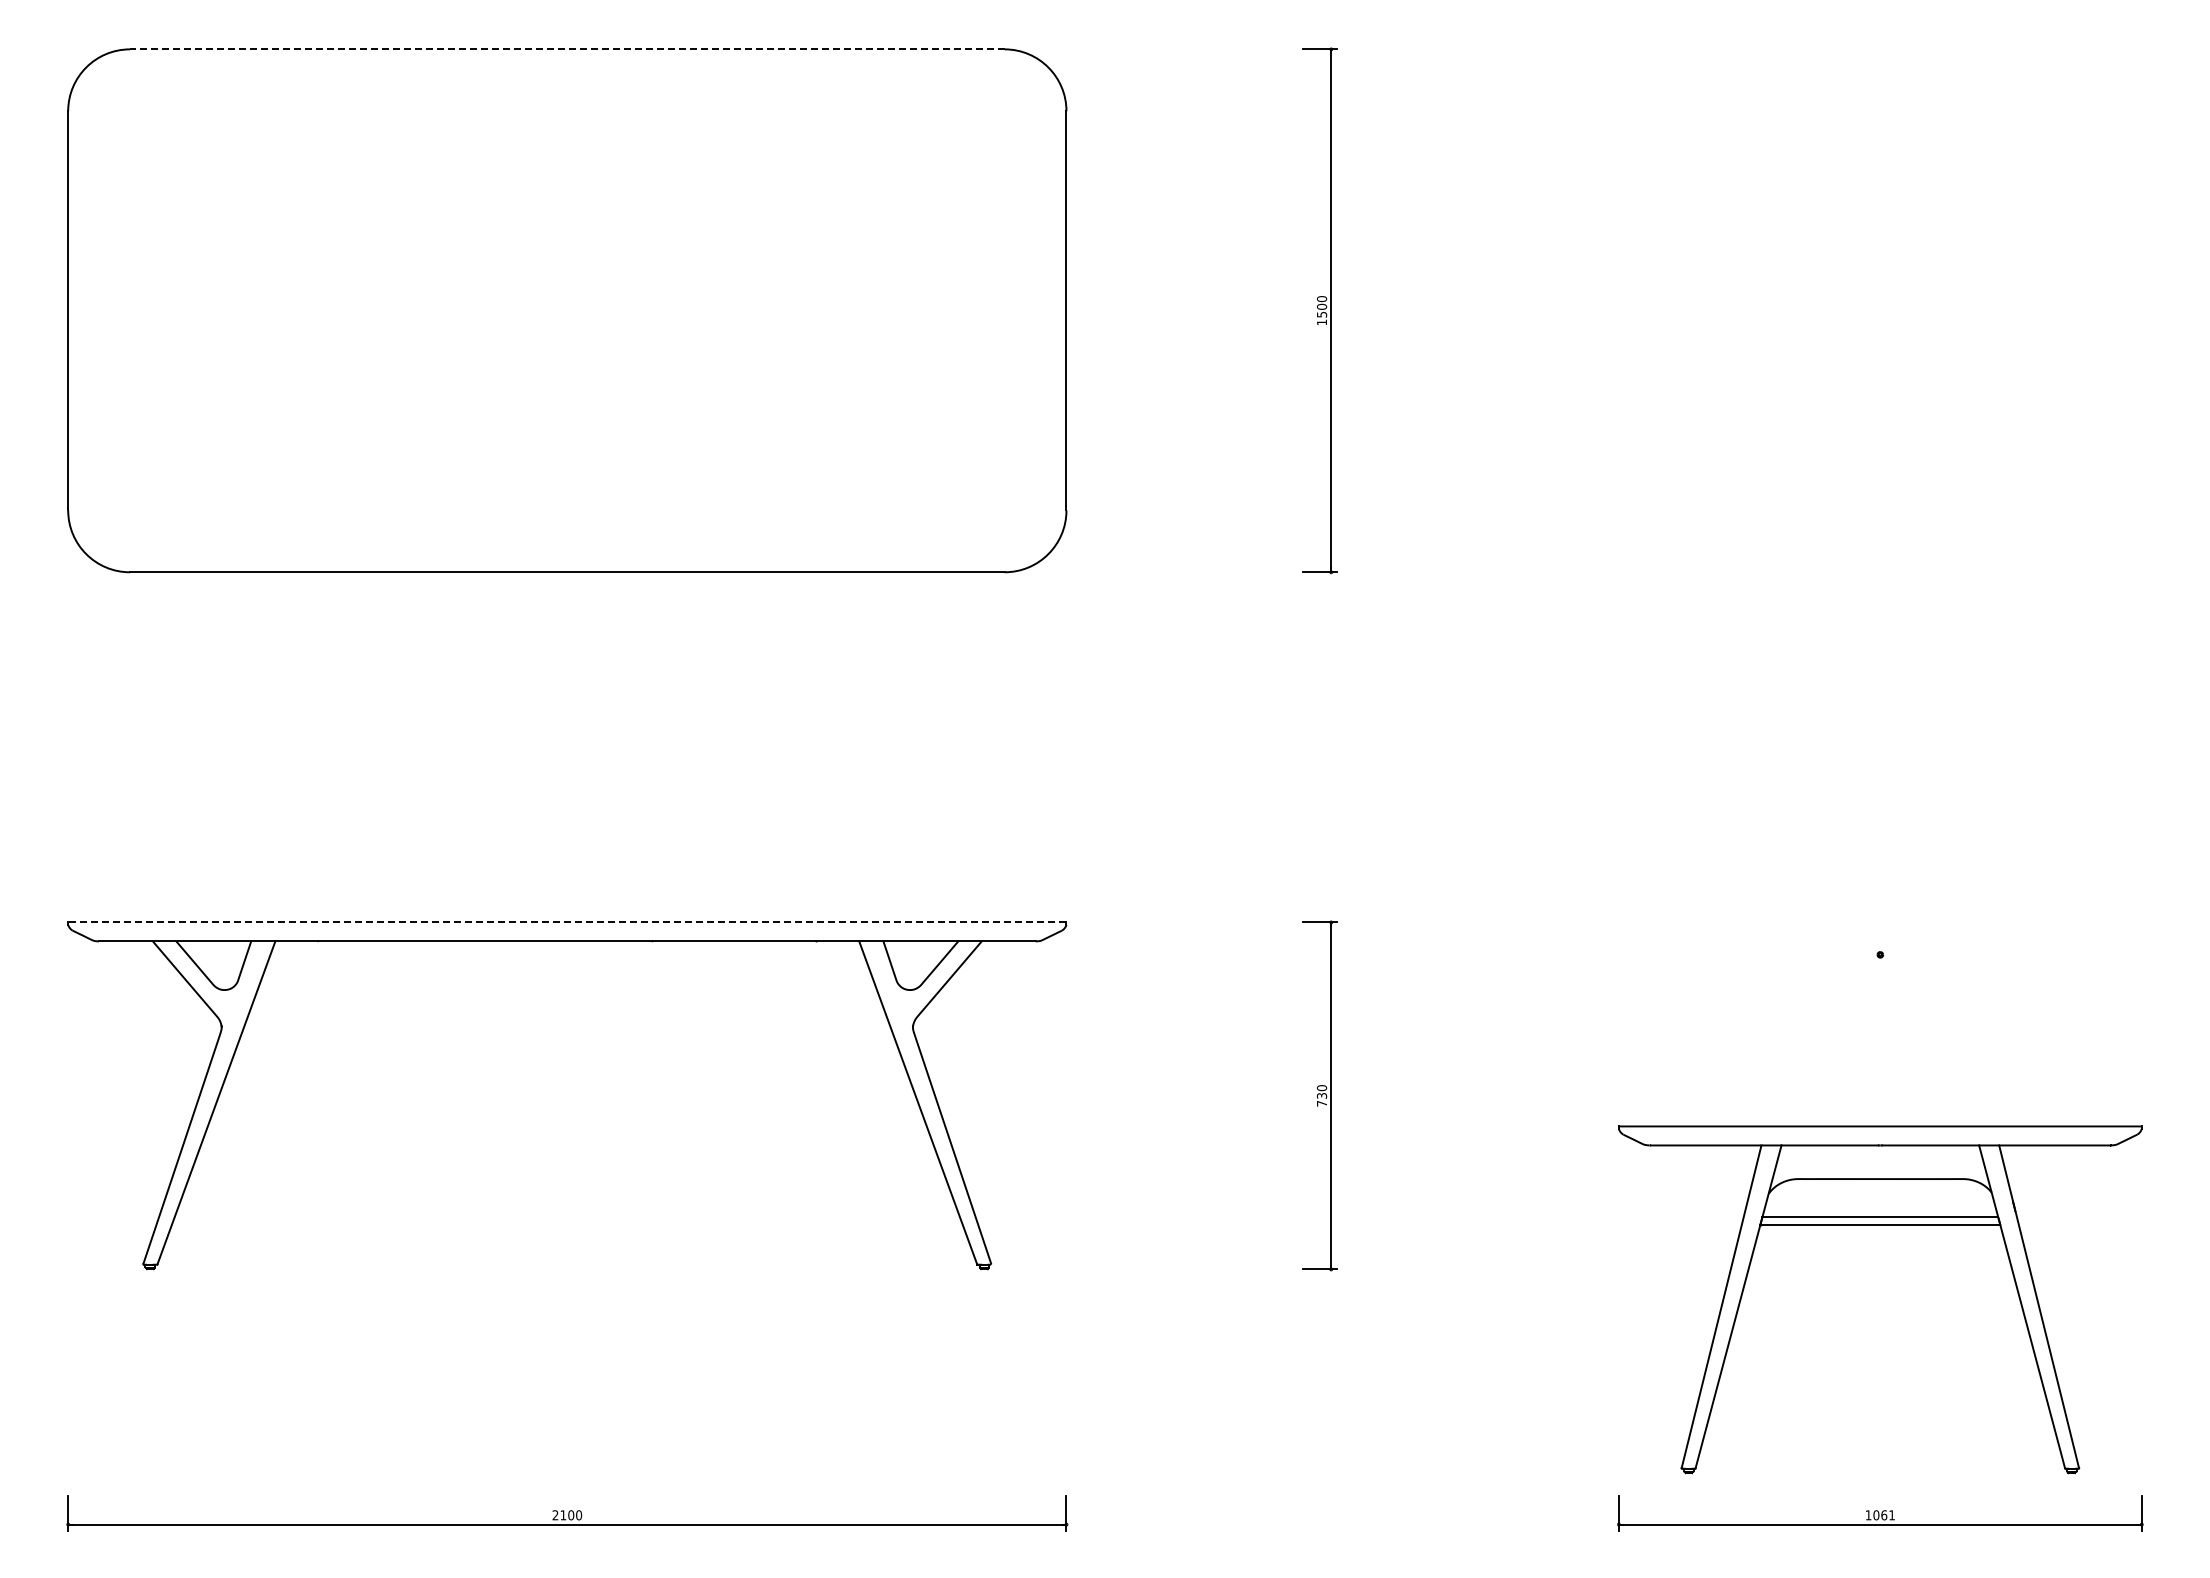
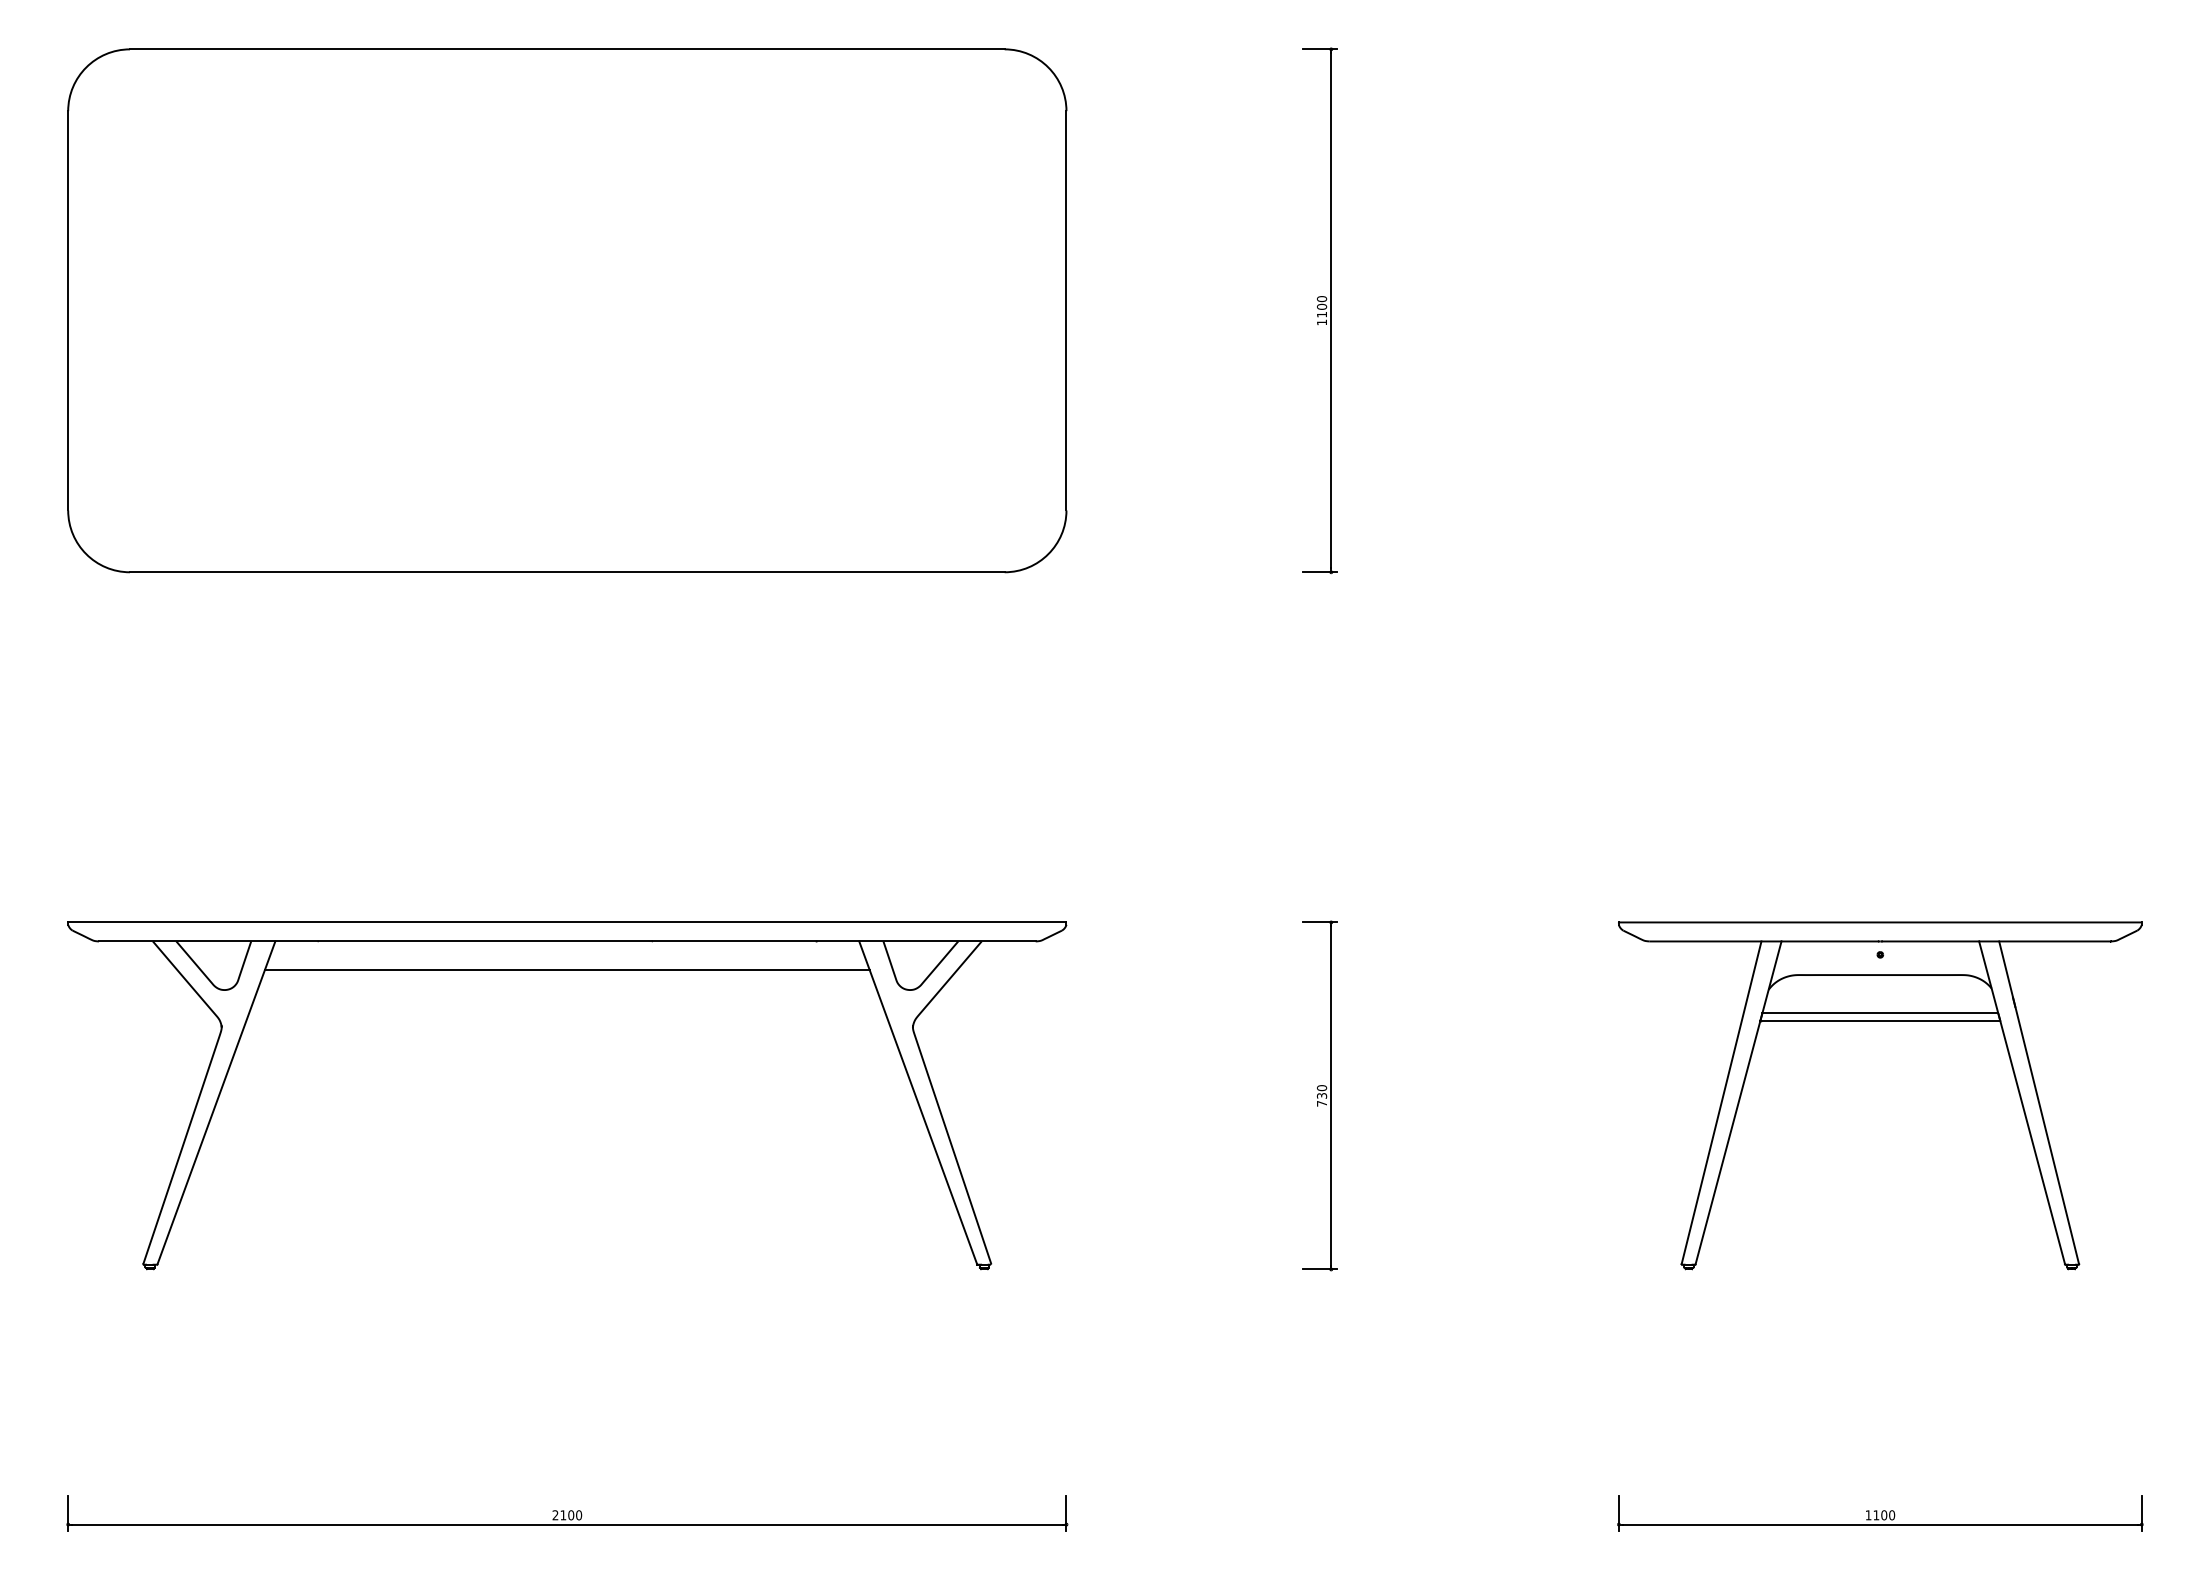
line at (566, 49): dashed -> solid
text at (1322, 314): 1500 -> 1100
line at (566, 922): dashed -> solid
line at (566, 969): none -> present
part at (1880, 1225) position: (1880, 1225) -> (1880, 1021)
text at (1884, 1515): 1061 -> 1100
